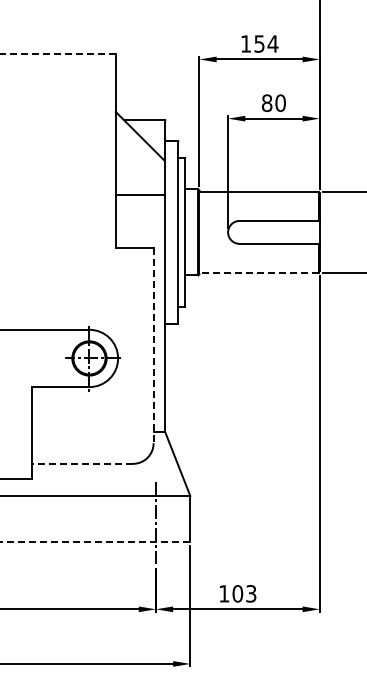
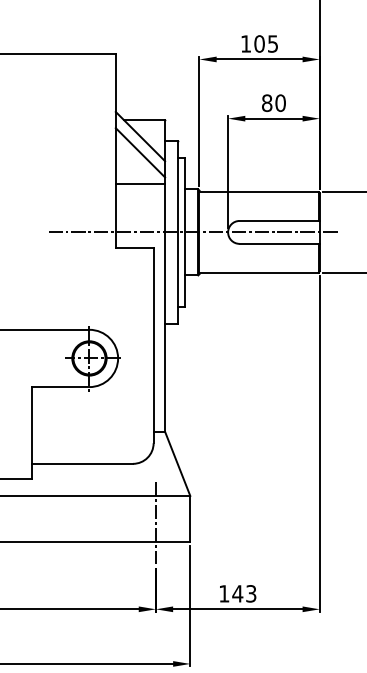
text at (266, 43): 154 -> 105
line at (57, 53): dashed -> solid
line at (140, 152): none -> present
line at (140, 194) position: (140, 194) -> (140, 183)
line at (192, 232): none -> present
line at (259, 272): dashed -> solid
line at (153, 346): dashed -> solid
line at (82, 463): dashed -> solid
line at (95, 541): dashed -> solid
text at (237, 593): 103 -> 143
